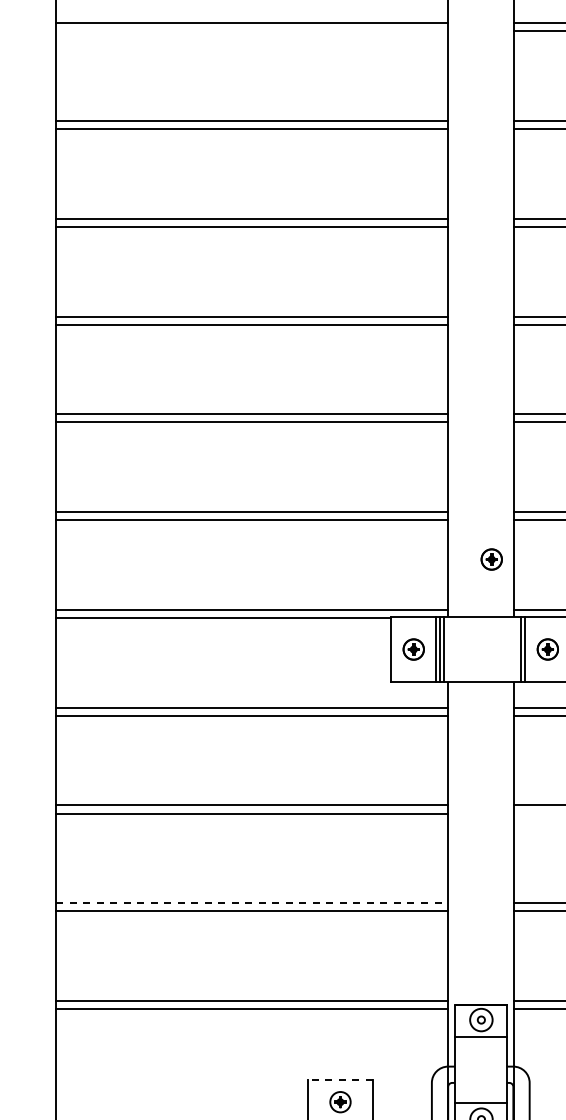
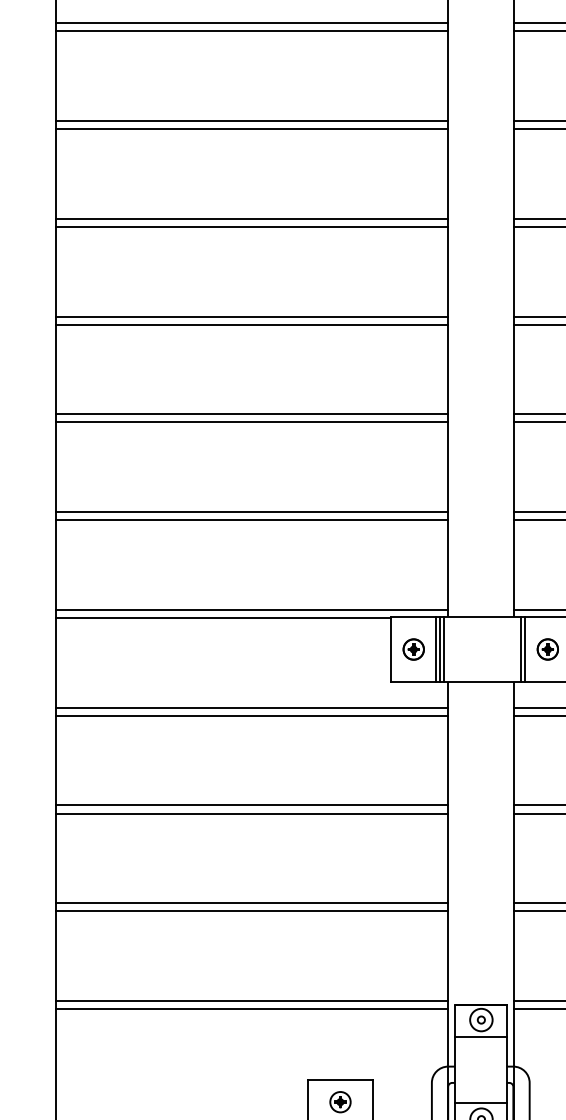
line at (251, 31): none -> present
part at (491, 559): present -> none
line at (537, 813): none -> present
line at (252, 903): dashed -> solid
line at (340, 1079): dashed -> solid
